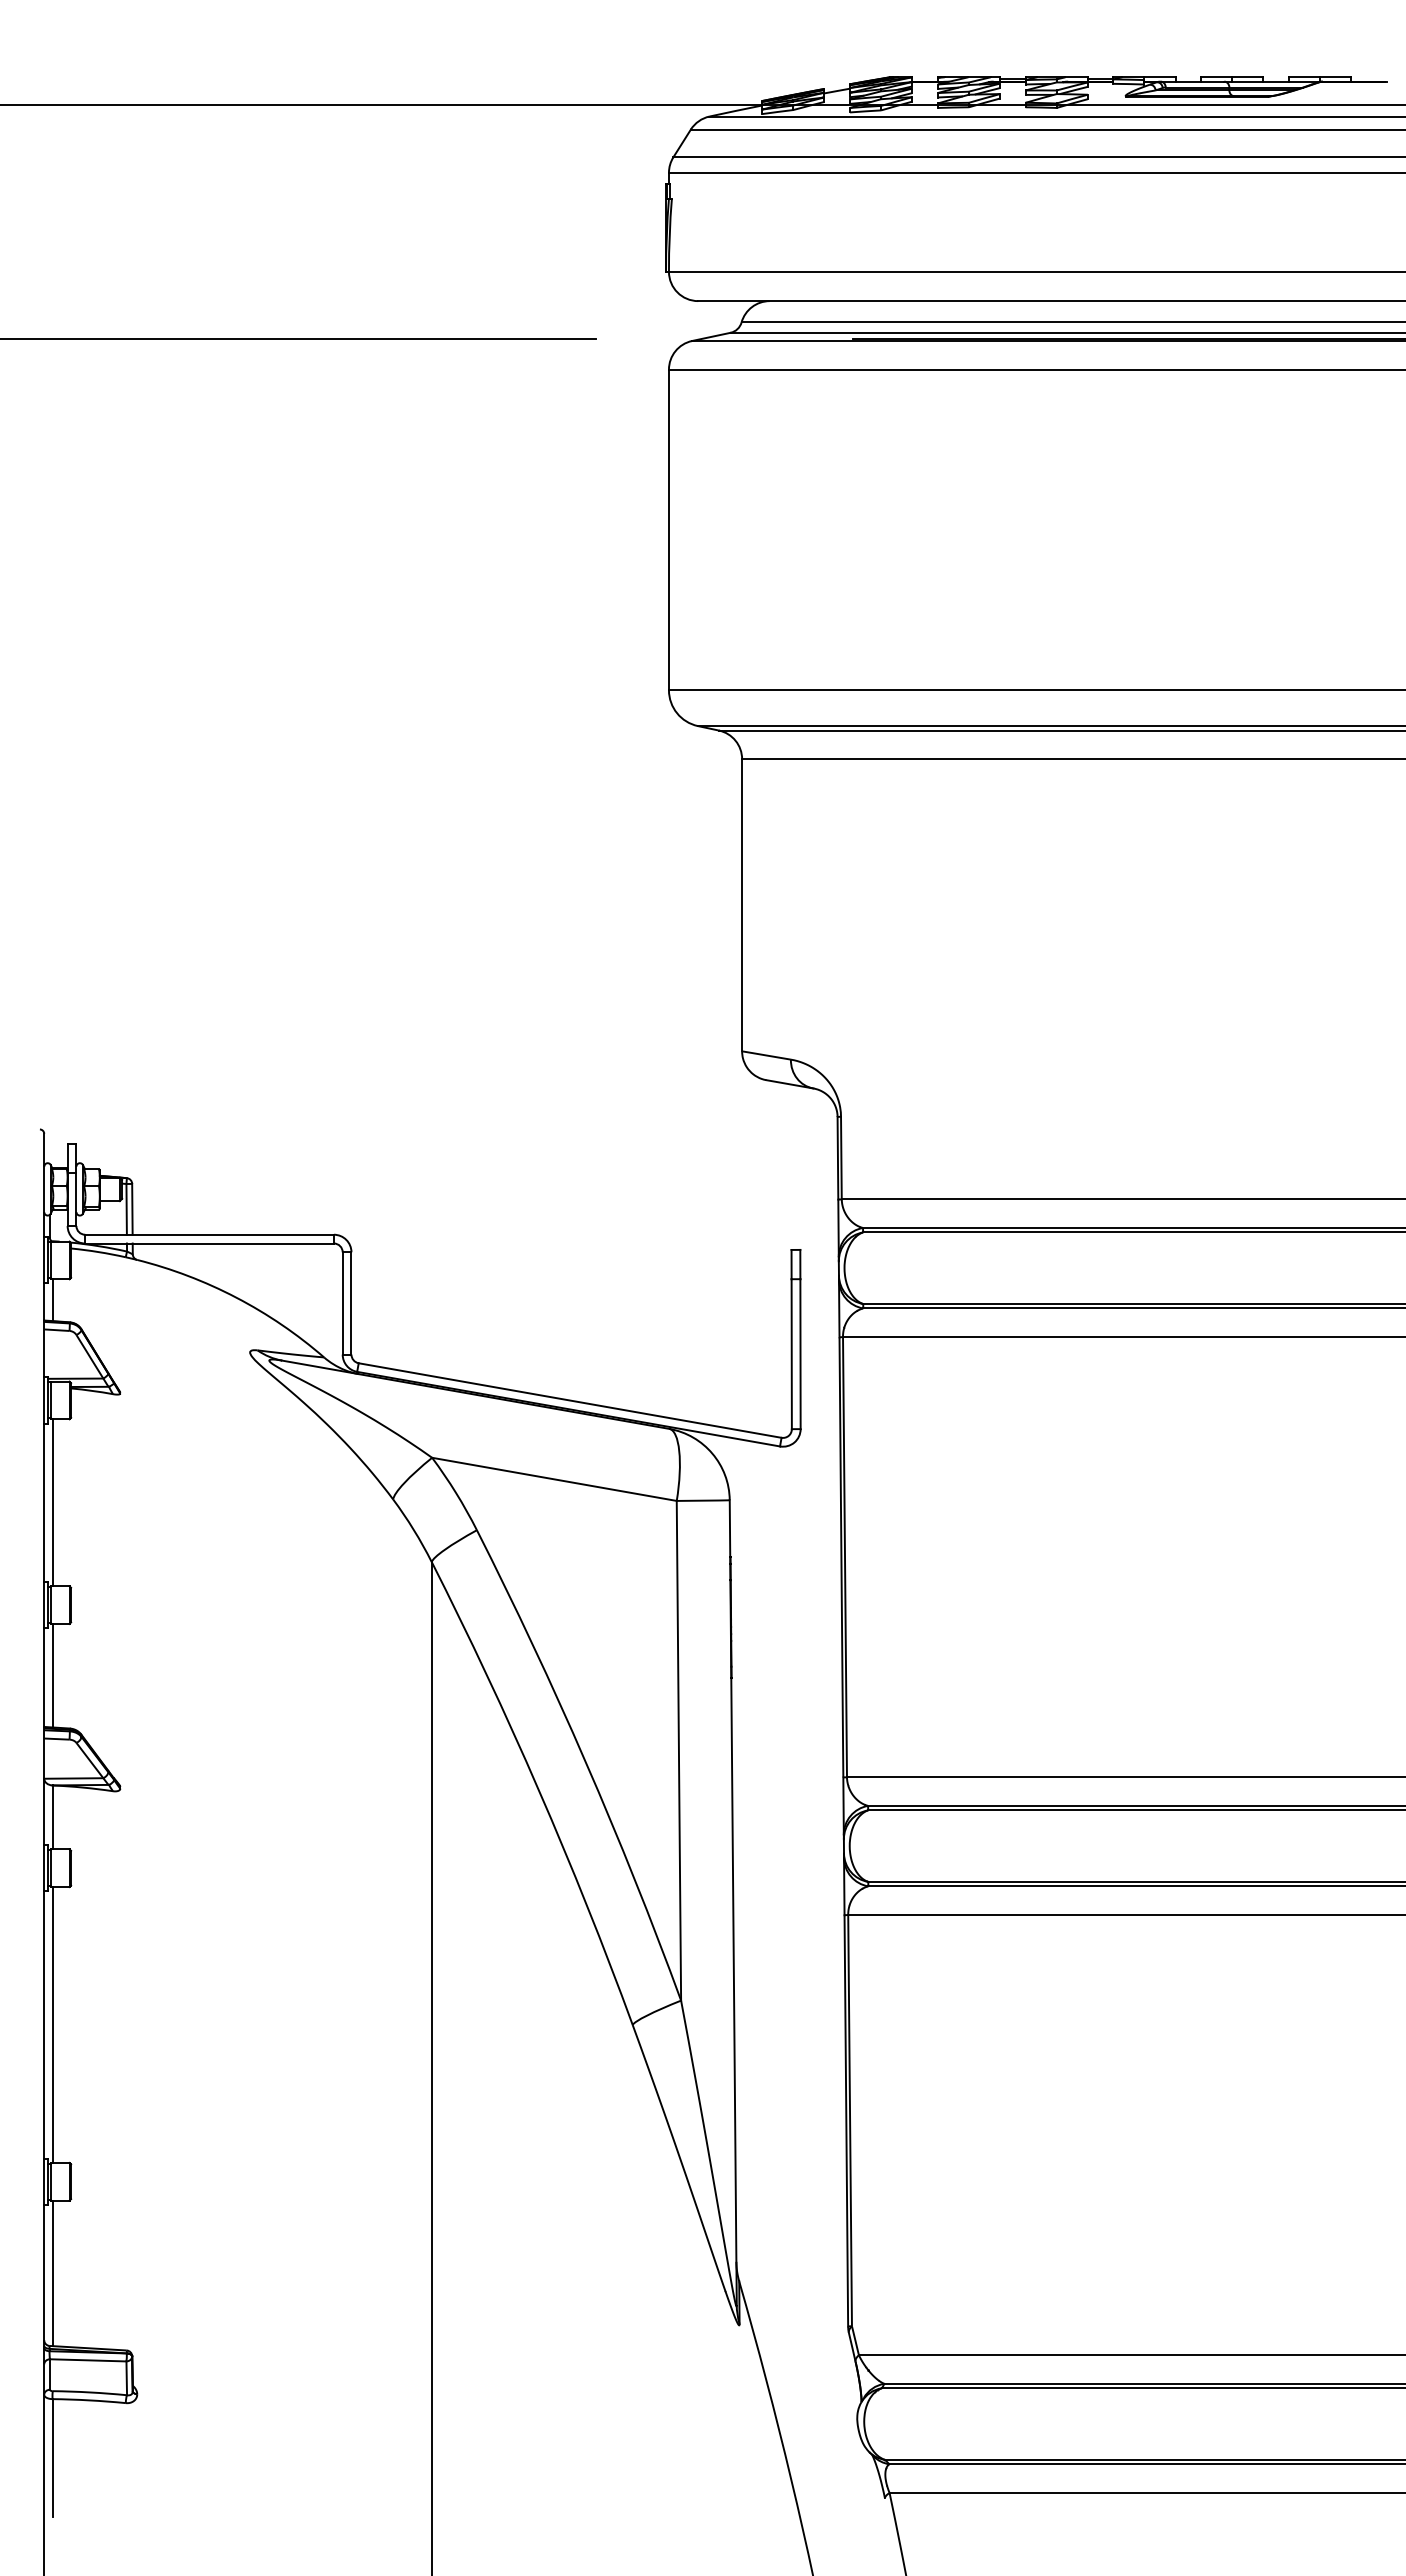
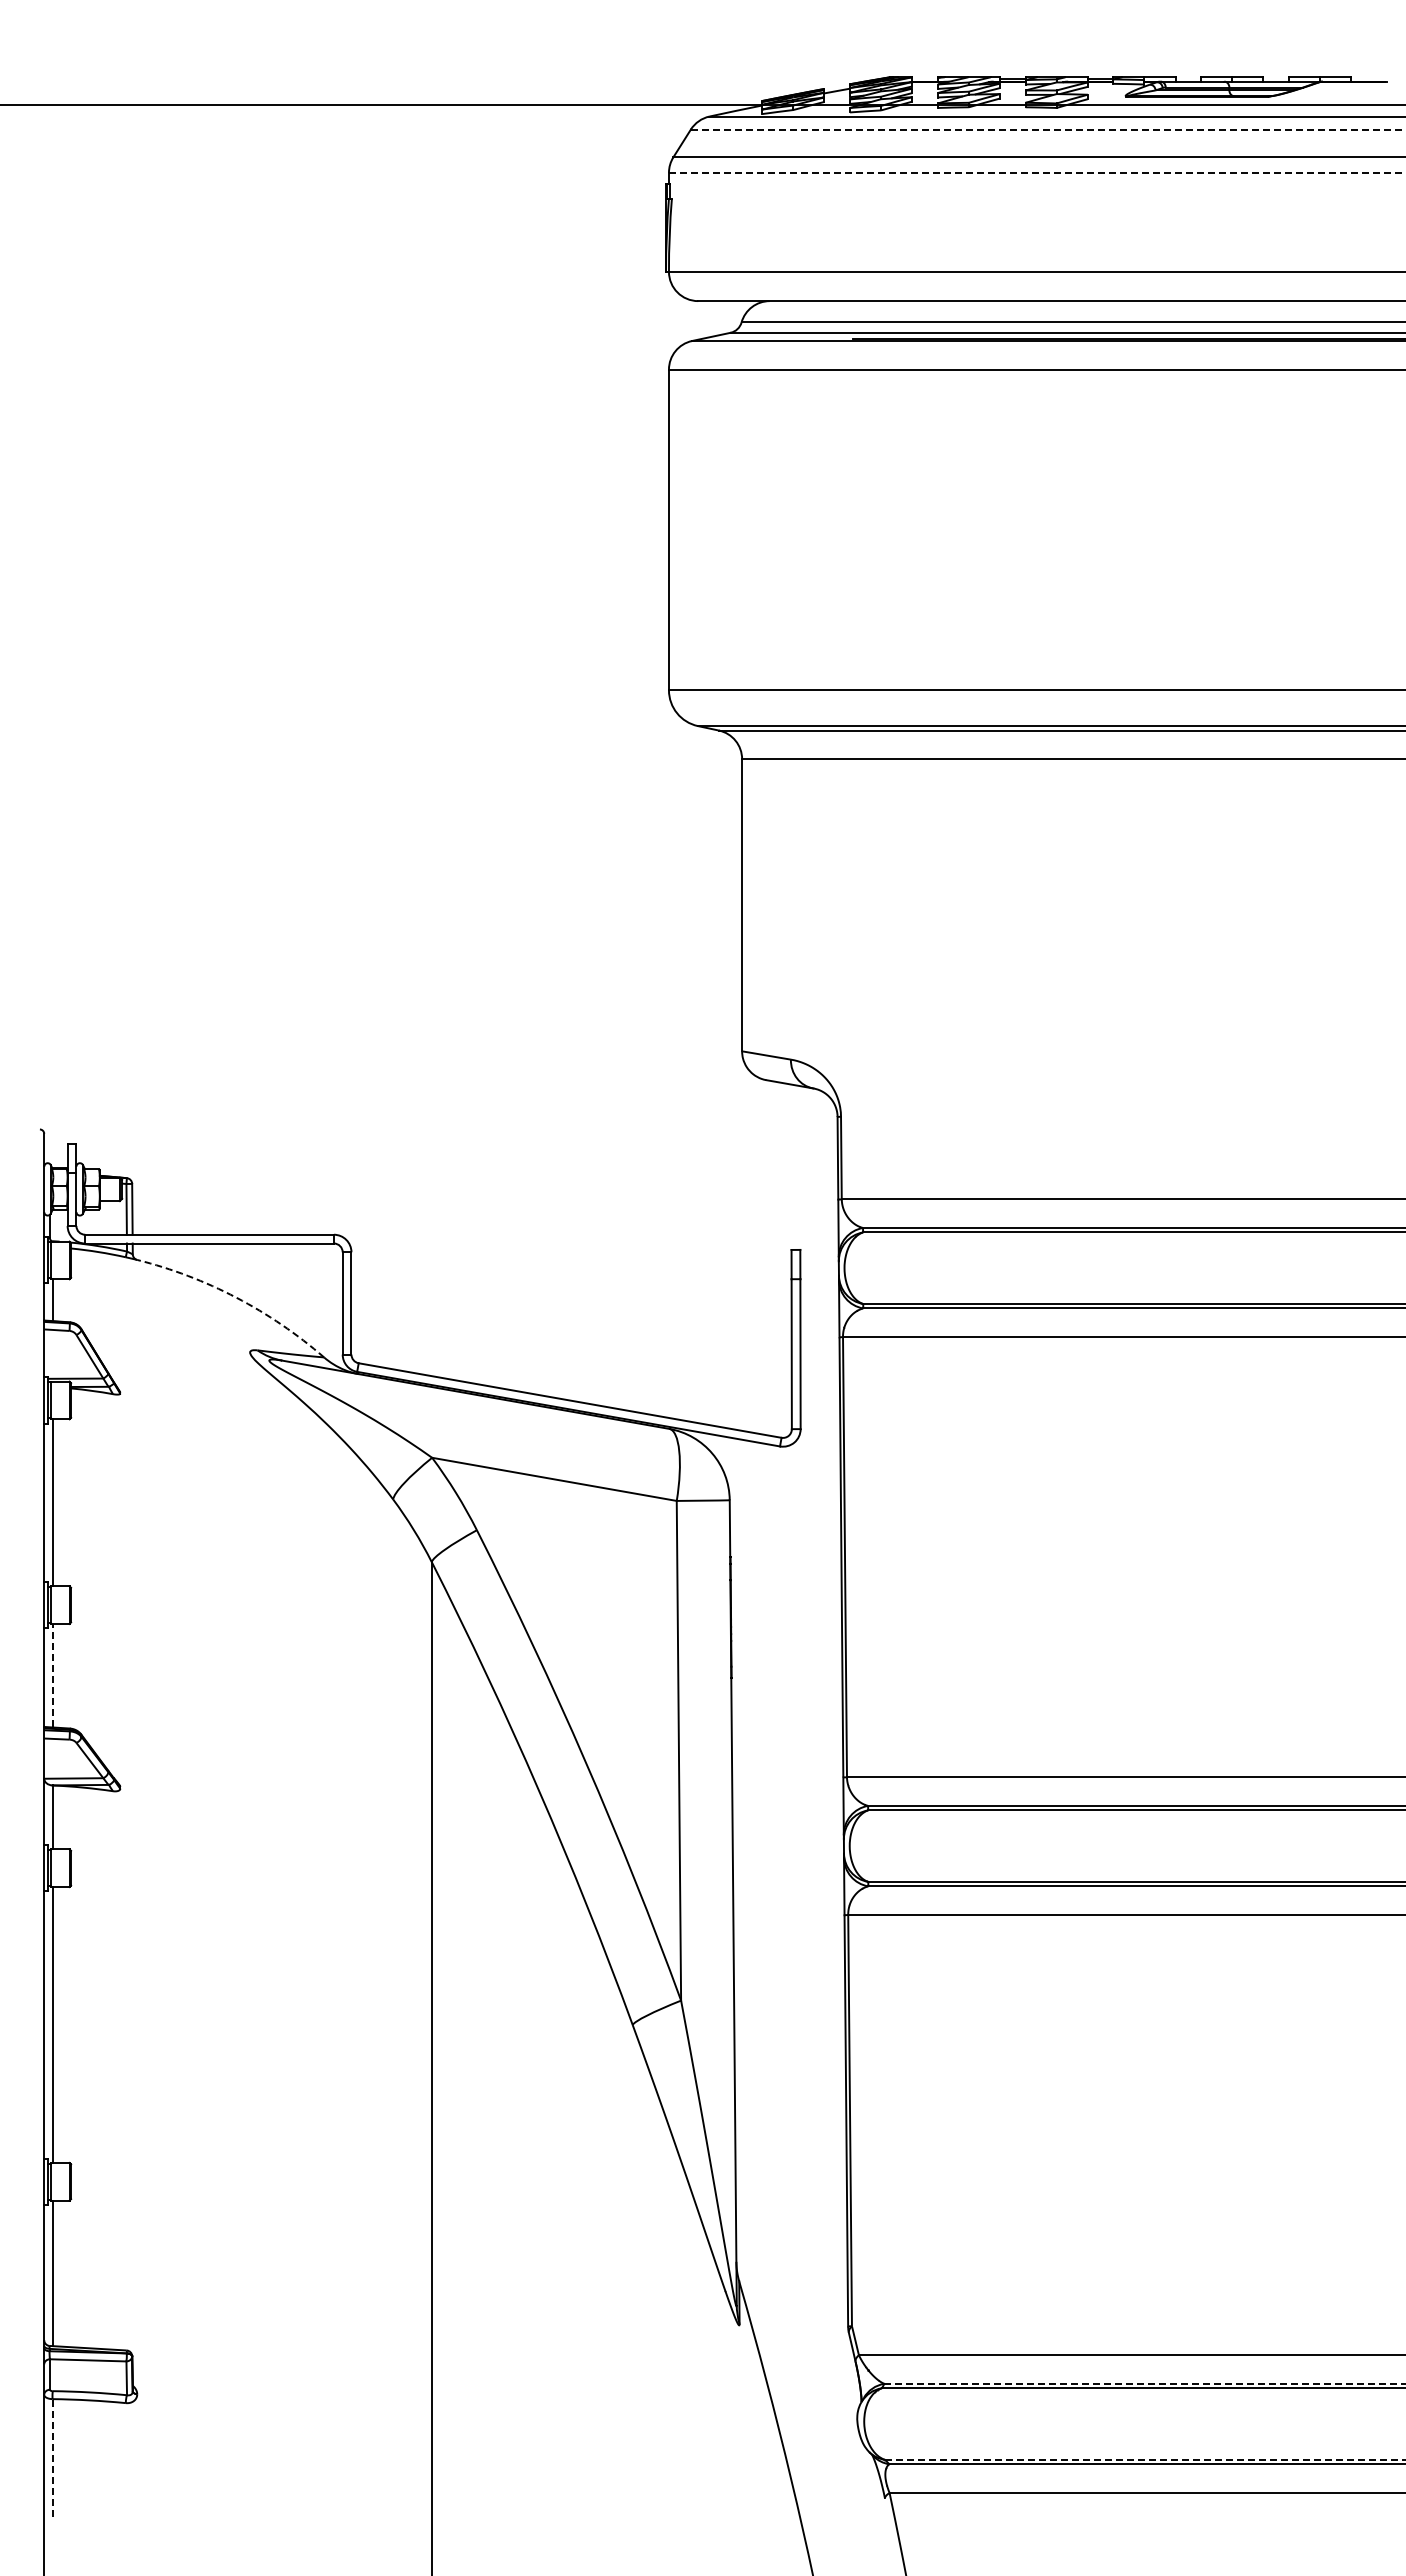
line at (1048, 129): solid -> dashed
line at (1037, 172): solid -> dashed
line at (298, 339): present -> none
arc at (236, 1297): solid -> dashed
line at (52, 1675): solid -> dashed
line at (1145, 2383): solid -> dashed
line at (52, 2457): solid -> dashed
line at (1145, 2459): solid -> dashed
